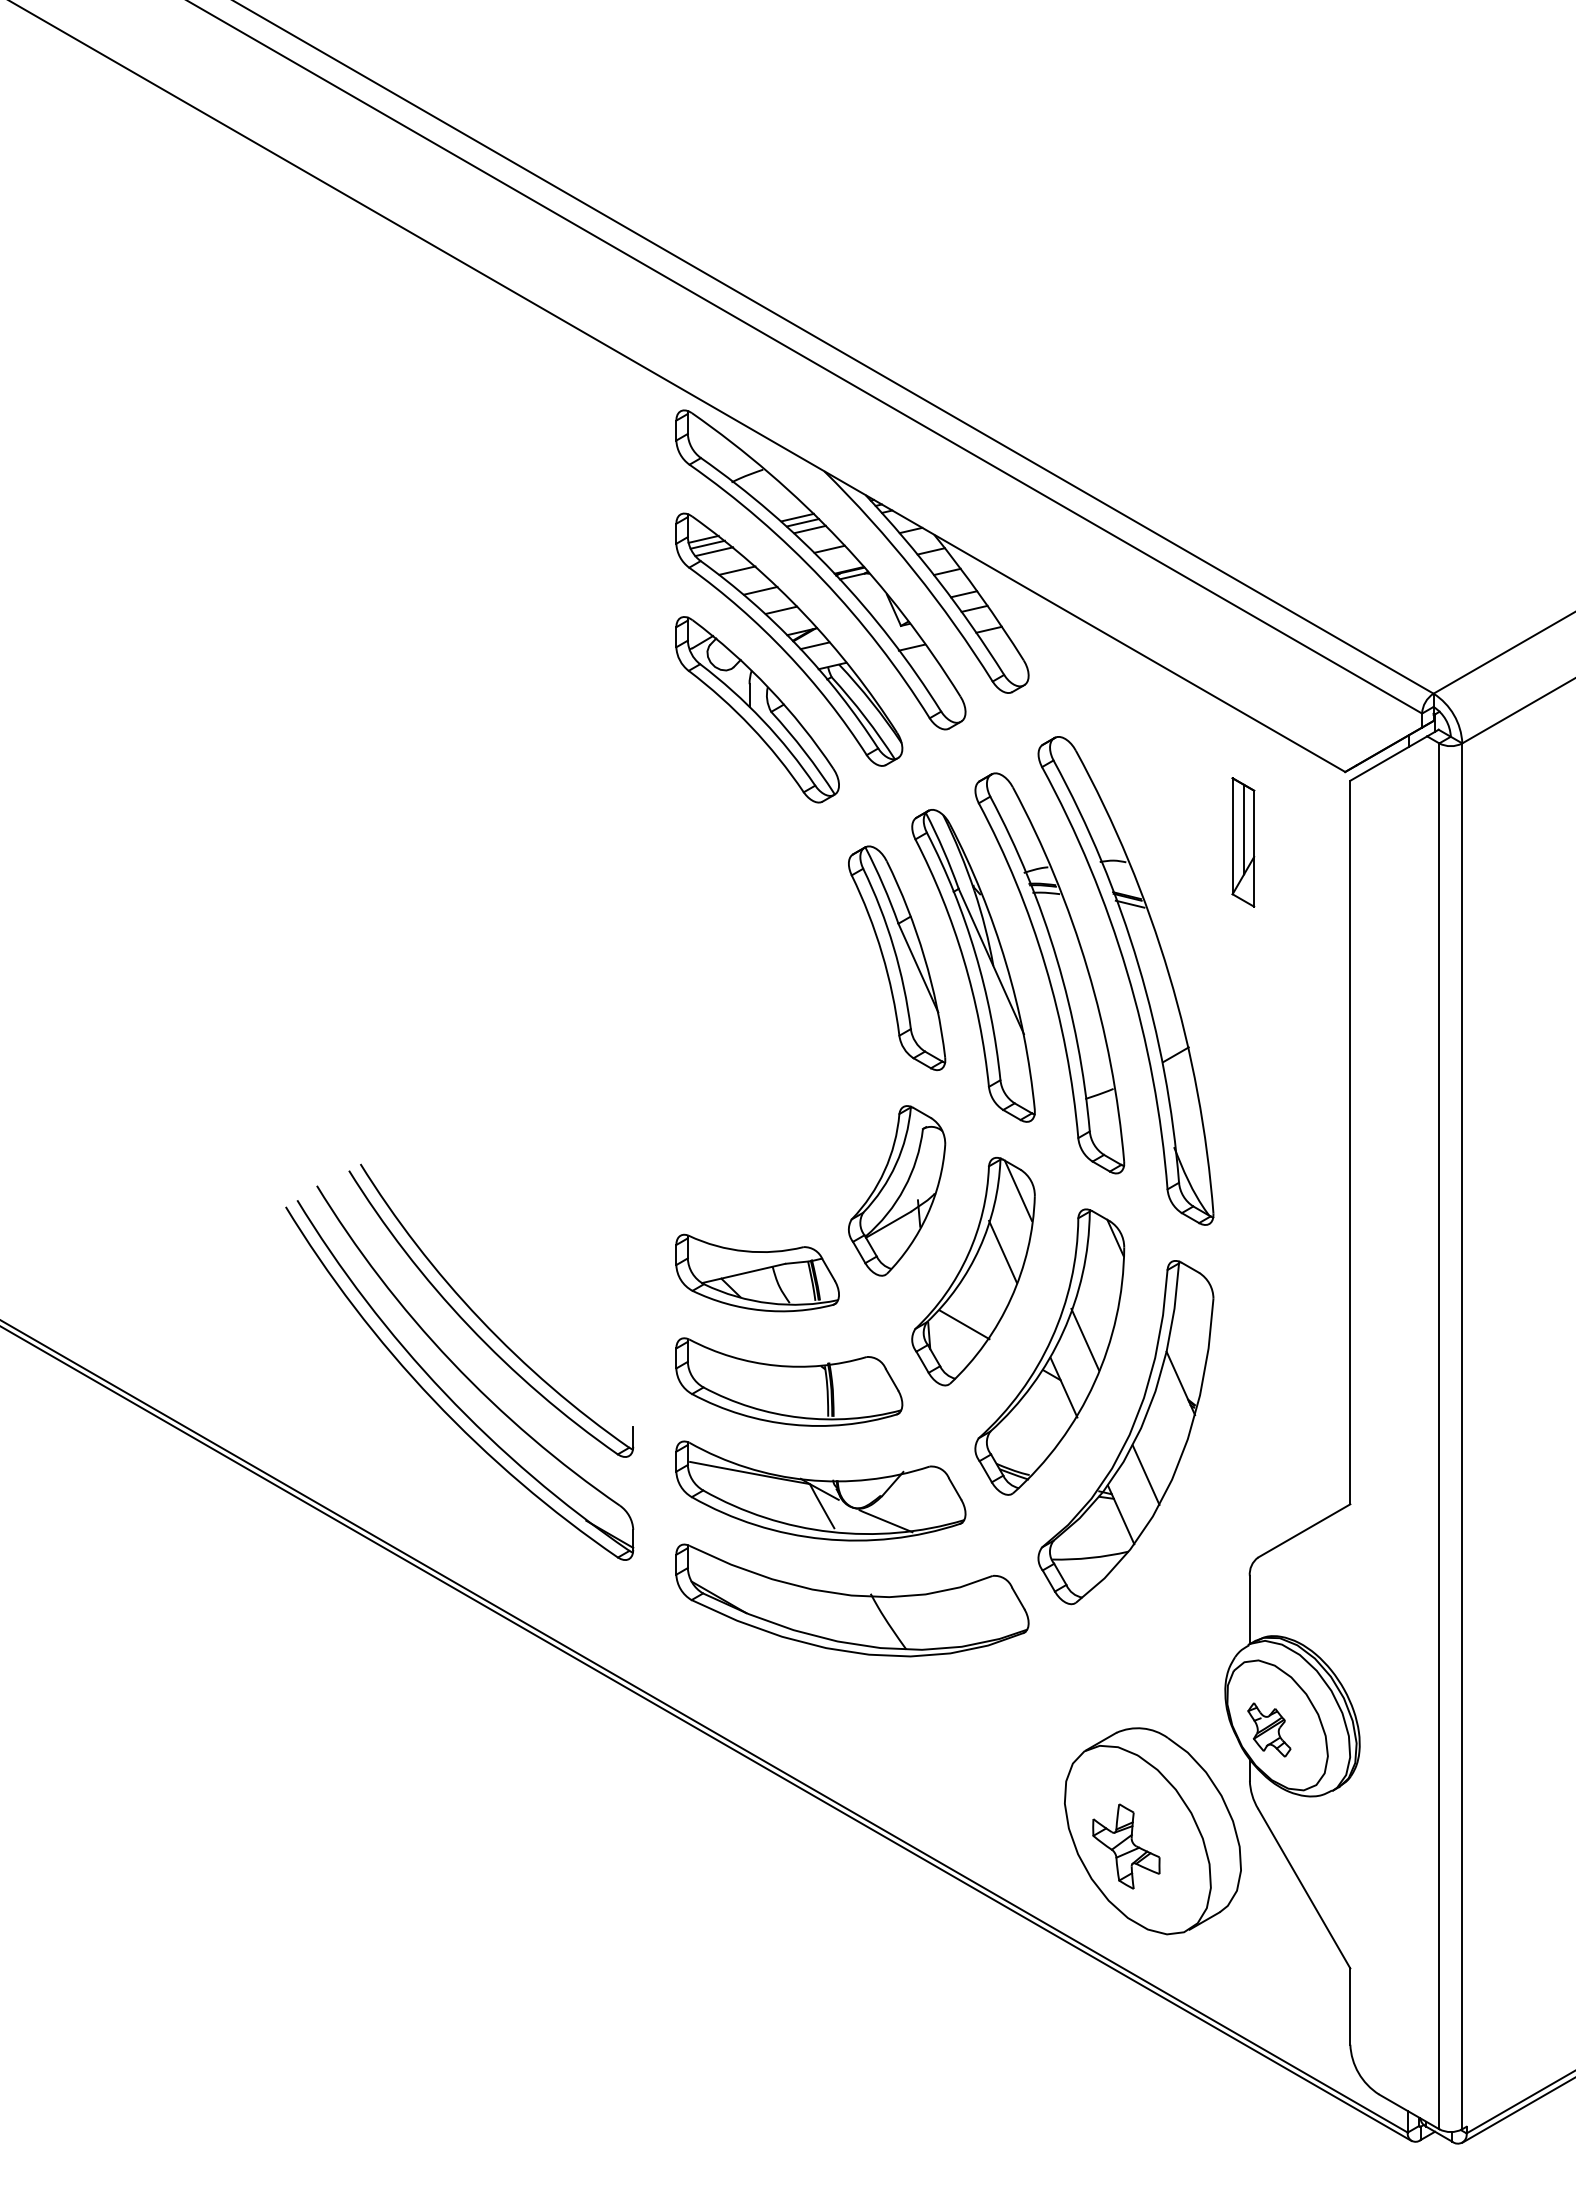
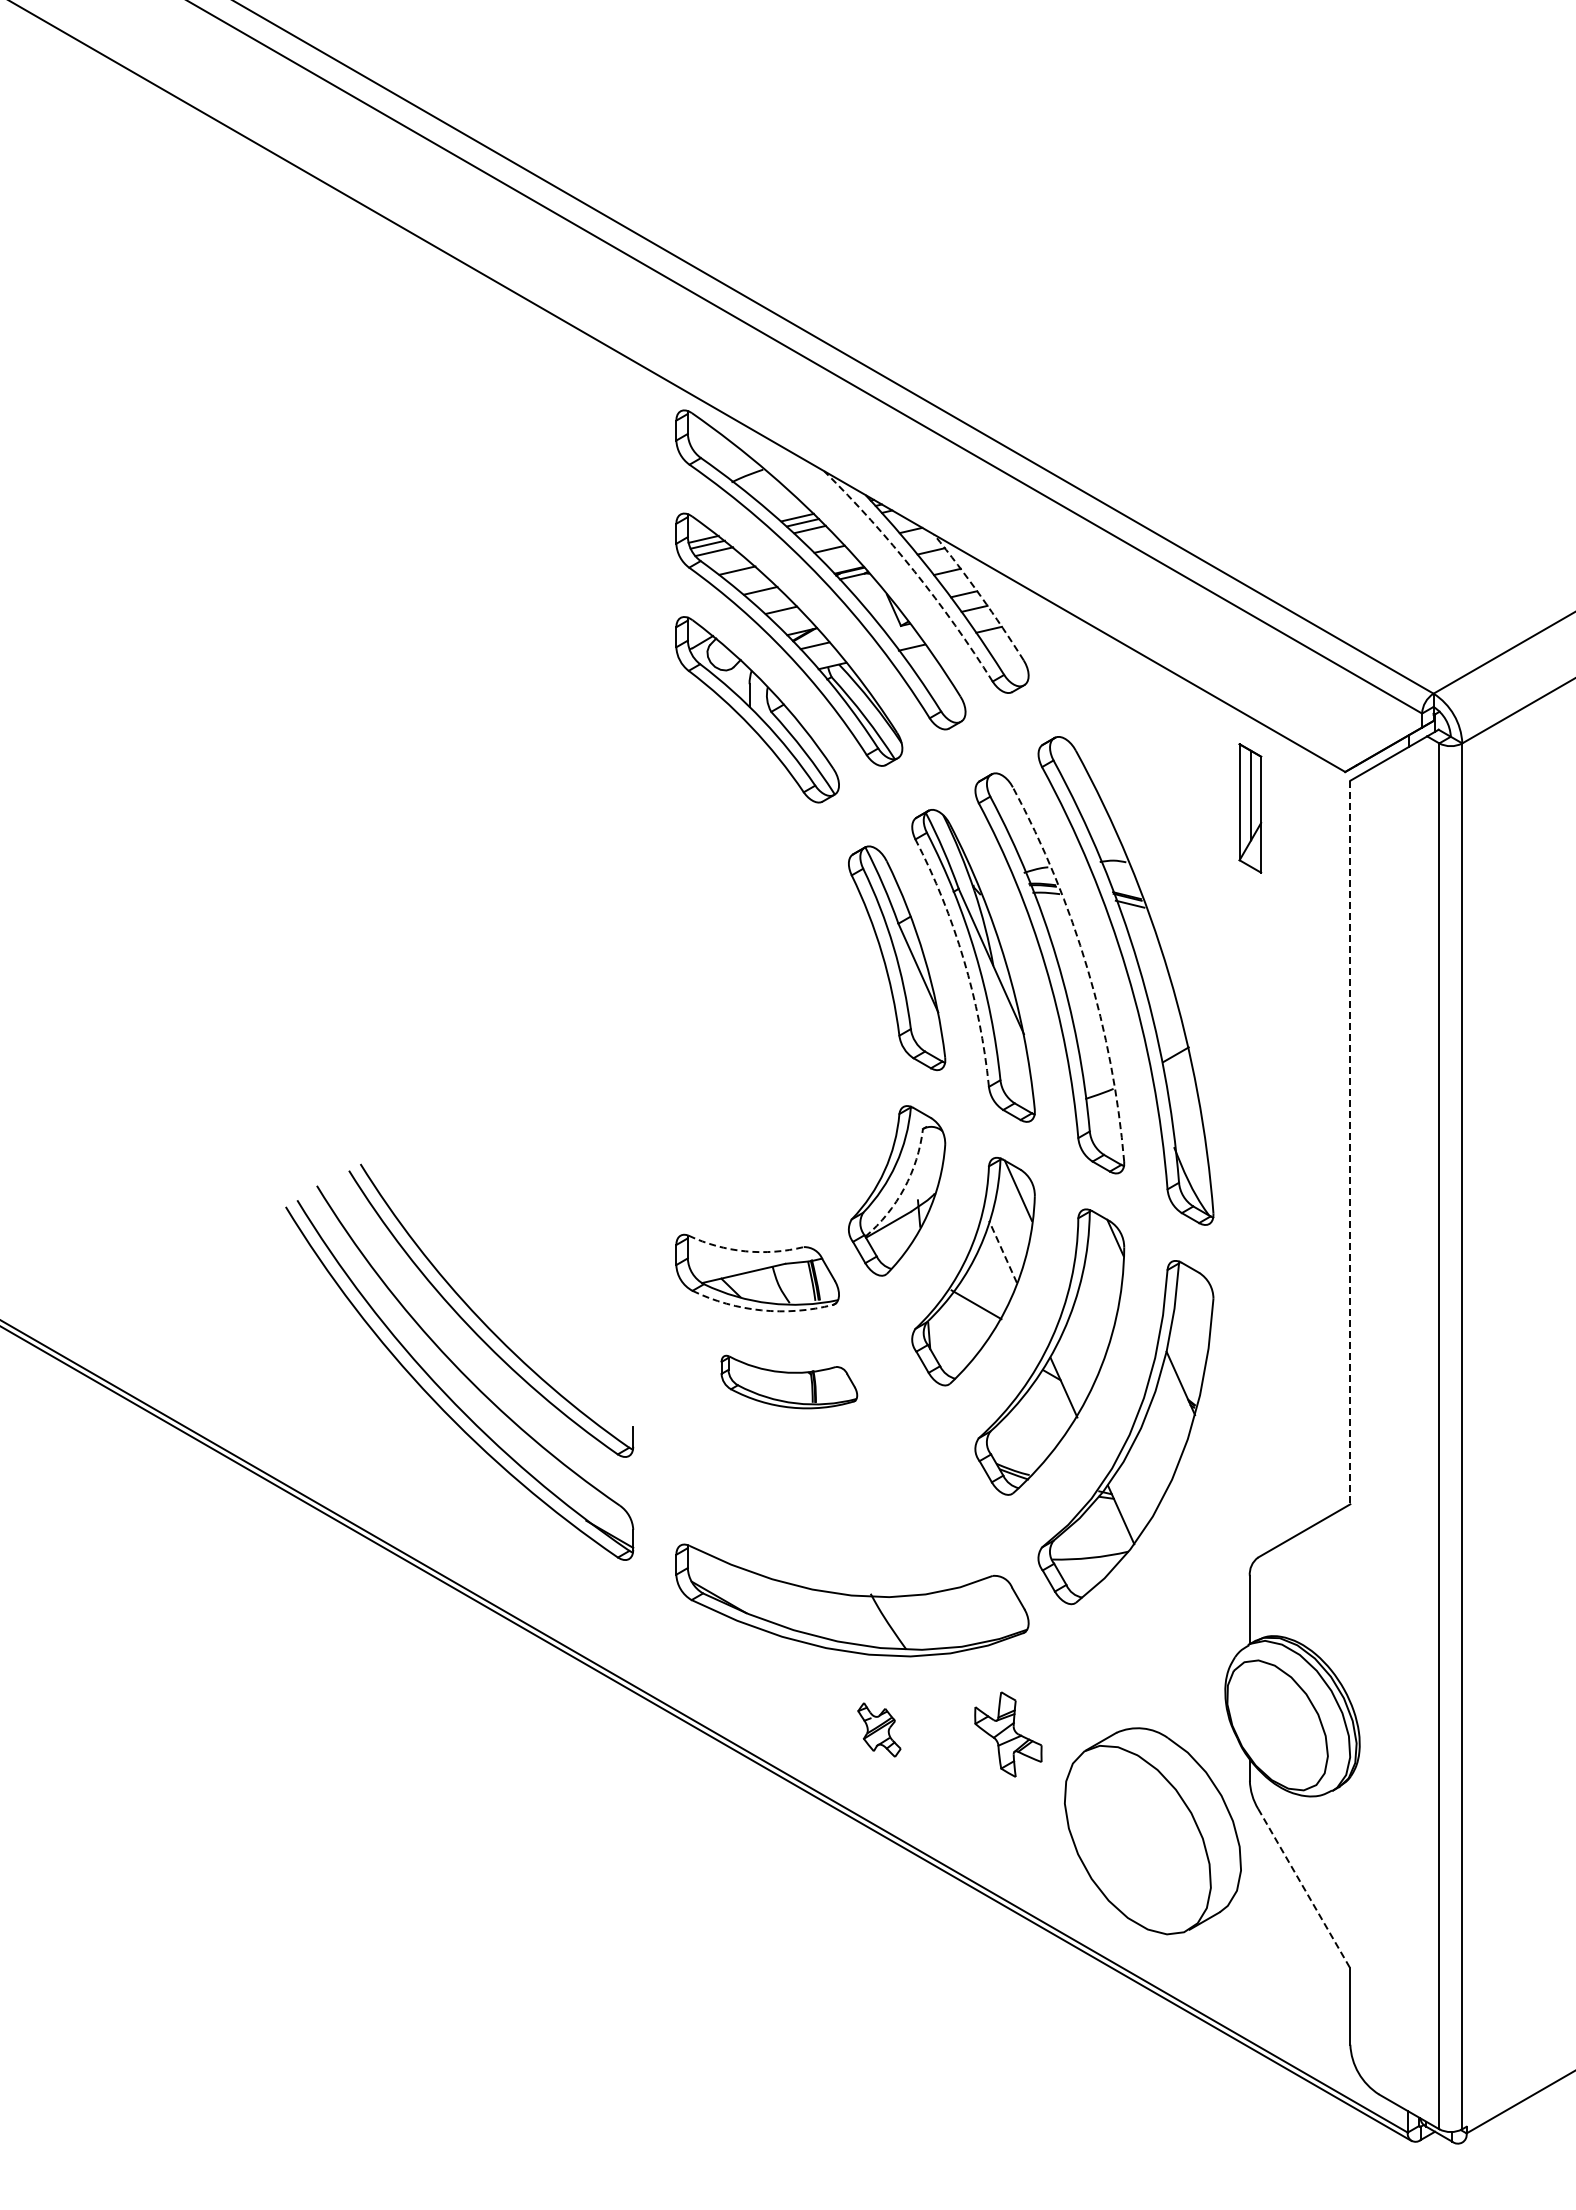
arc at (914, 571): solid -> dashed
arc at (980, 596): solid -> dashed
part at (1243, 842) position: (1243, 842) -> (1250, 808)
arc at (963, 959): solid -> dashed
arc at (1087, 969): solid -> dashed
line at (1350, 1142): solid -> dashed
arc at (904, 1188): solid -> dashed
arc at (745, 1251): solid -> dashed
line at (1002, 1251): solid -> dashed
arc at (761, 1310): solid -> dashed
line at (964, 1324) position: (964, 1324) -> (976, 1304)
line at (1085, 1339): present -> none
part at (789, 1381) size: 229x90 px -> 139x56 px
line at (1145, 1474): present -> none
part at (820, 1490): present -> none
part at (1269, 1729) position: (1269, 1729) -> (879, 1729)
part at (1126, 1846) position: (1126, 1846) -> (1008, 1734)
line at (1304, 1889): solid -> dashed
line at (1517, 2110): present -> none
